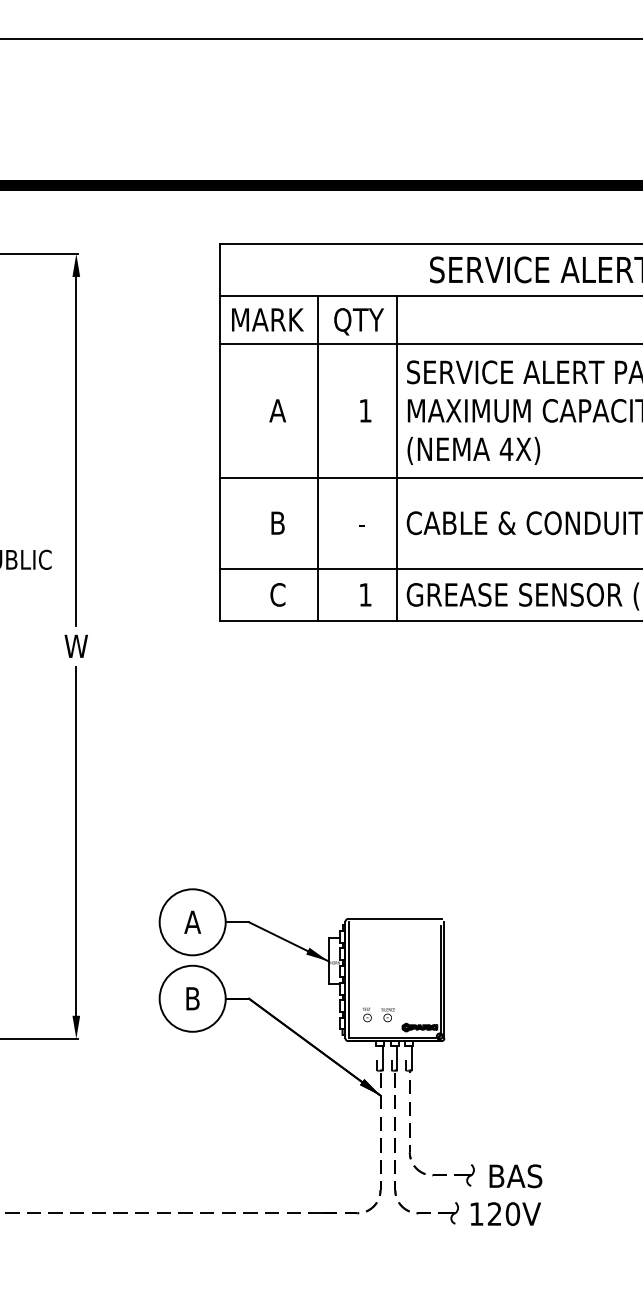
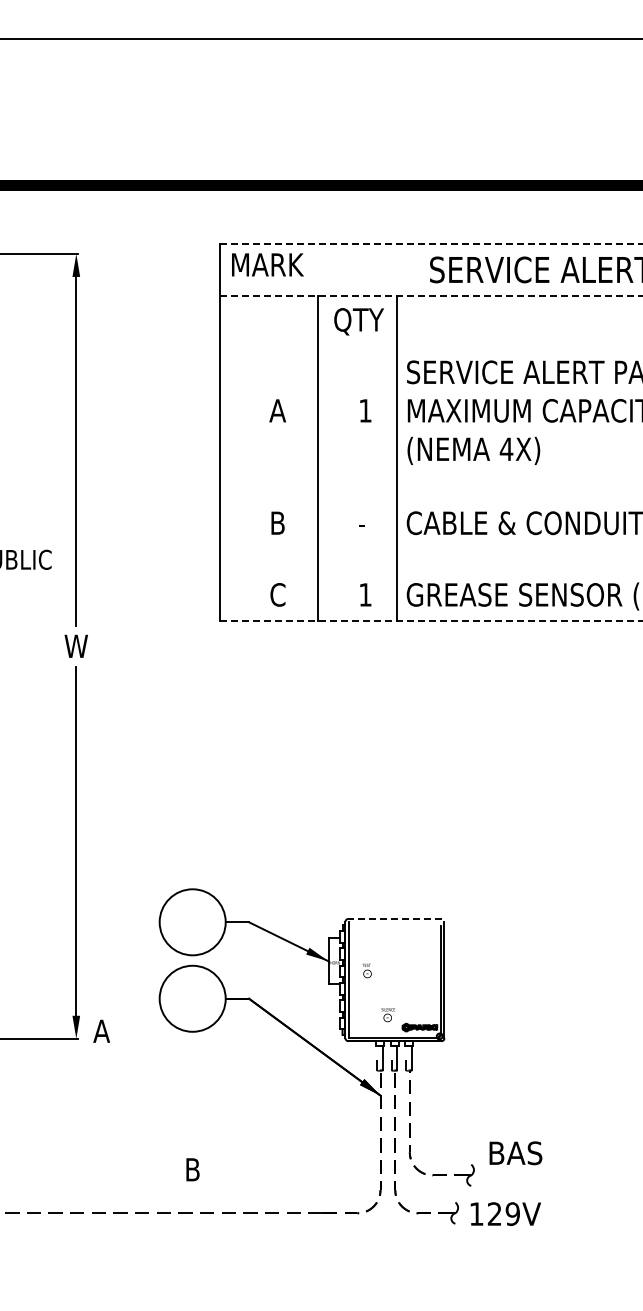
line at (431, 243): solid -> dashed
line at (431, 295): solid -> dashed
text at (267, 319) position: (267, 319) -> (267, 264)
line at (429, 343): present -> none
line at (429, 477): present -> none
line at (429, 568): present -> none
line at (431, 621): solid -> dashed
line at (394, 919): solid -> dashed
text at (192, 921) position: (192, 921) -> (101, 1030)
text at (192, 998) position: (192, 998) -> (192, 1169)
text at (367, 1014) position: (367, 1014) -> (367, 970)
text at (515, 1176) position: (515, 1176) -> (515, 1153)
text at (512, 1213): 120V -> 129V
